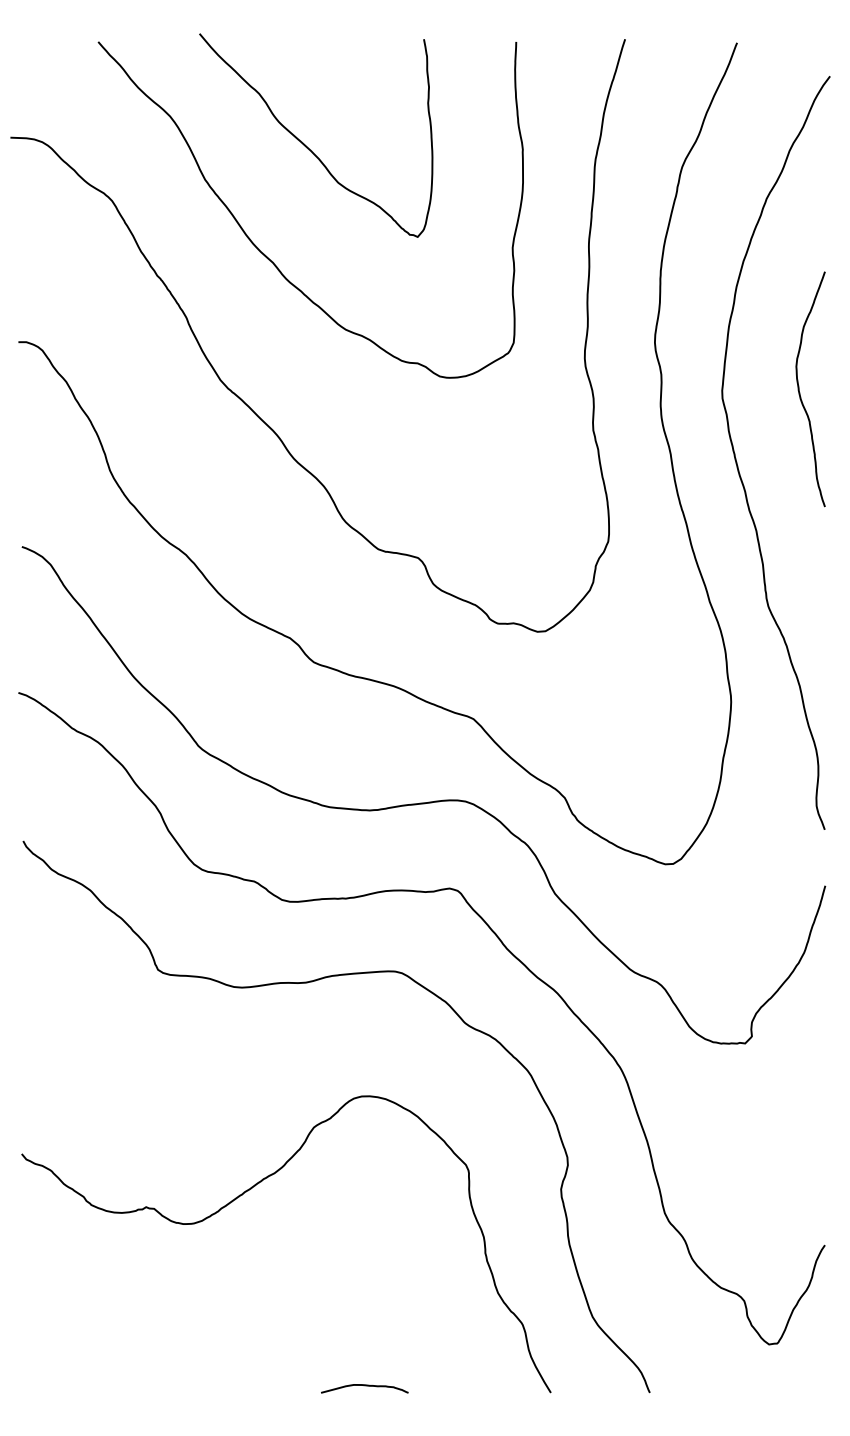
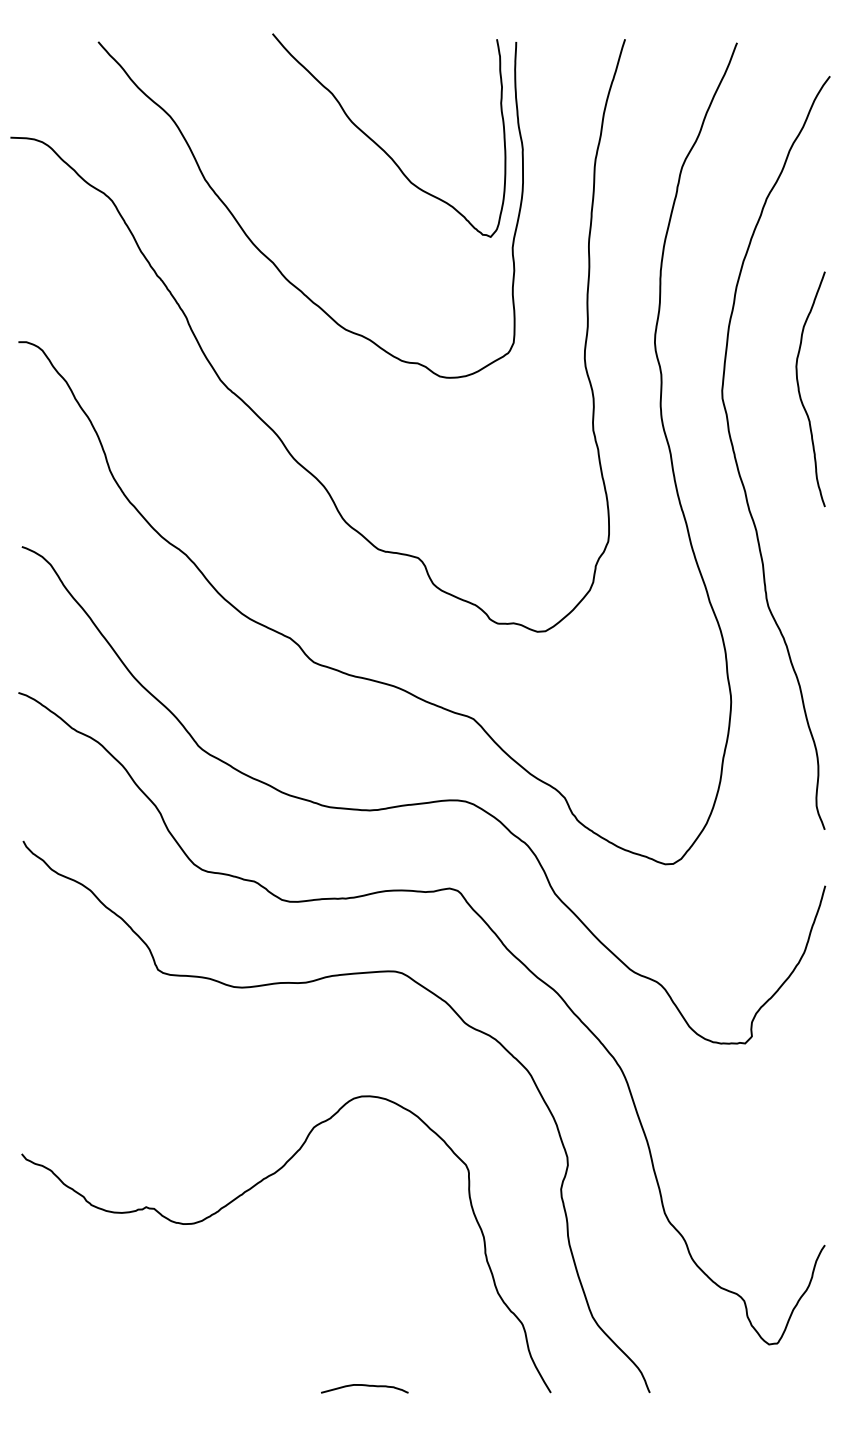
curve at (306, 145) position: (306, 145) -> (379, 145)
